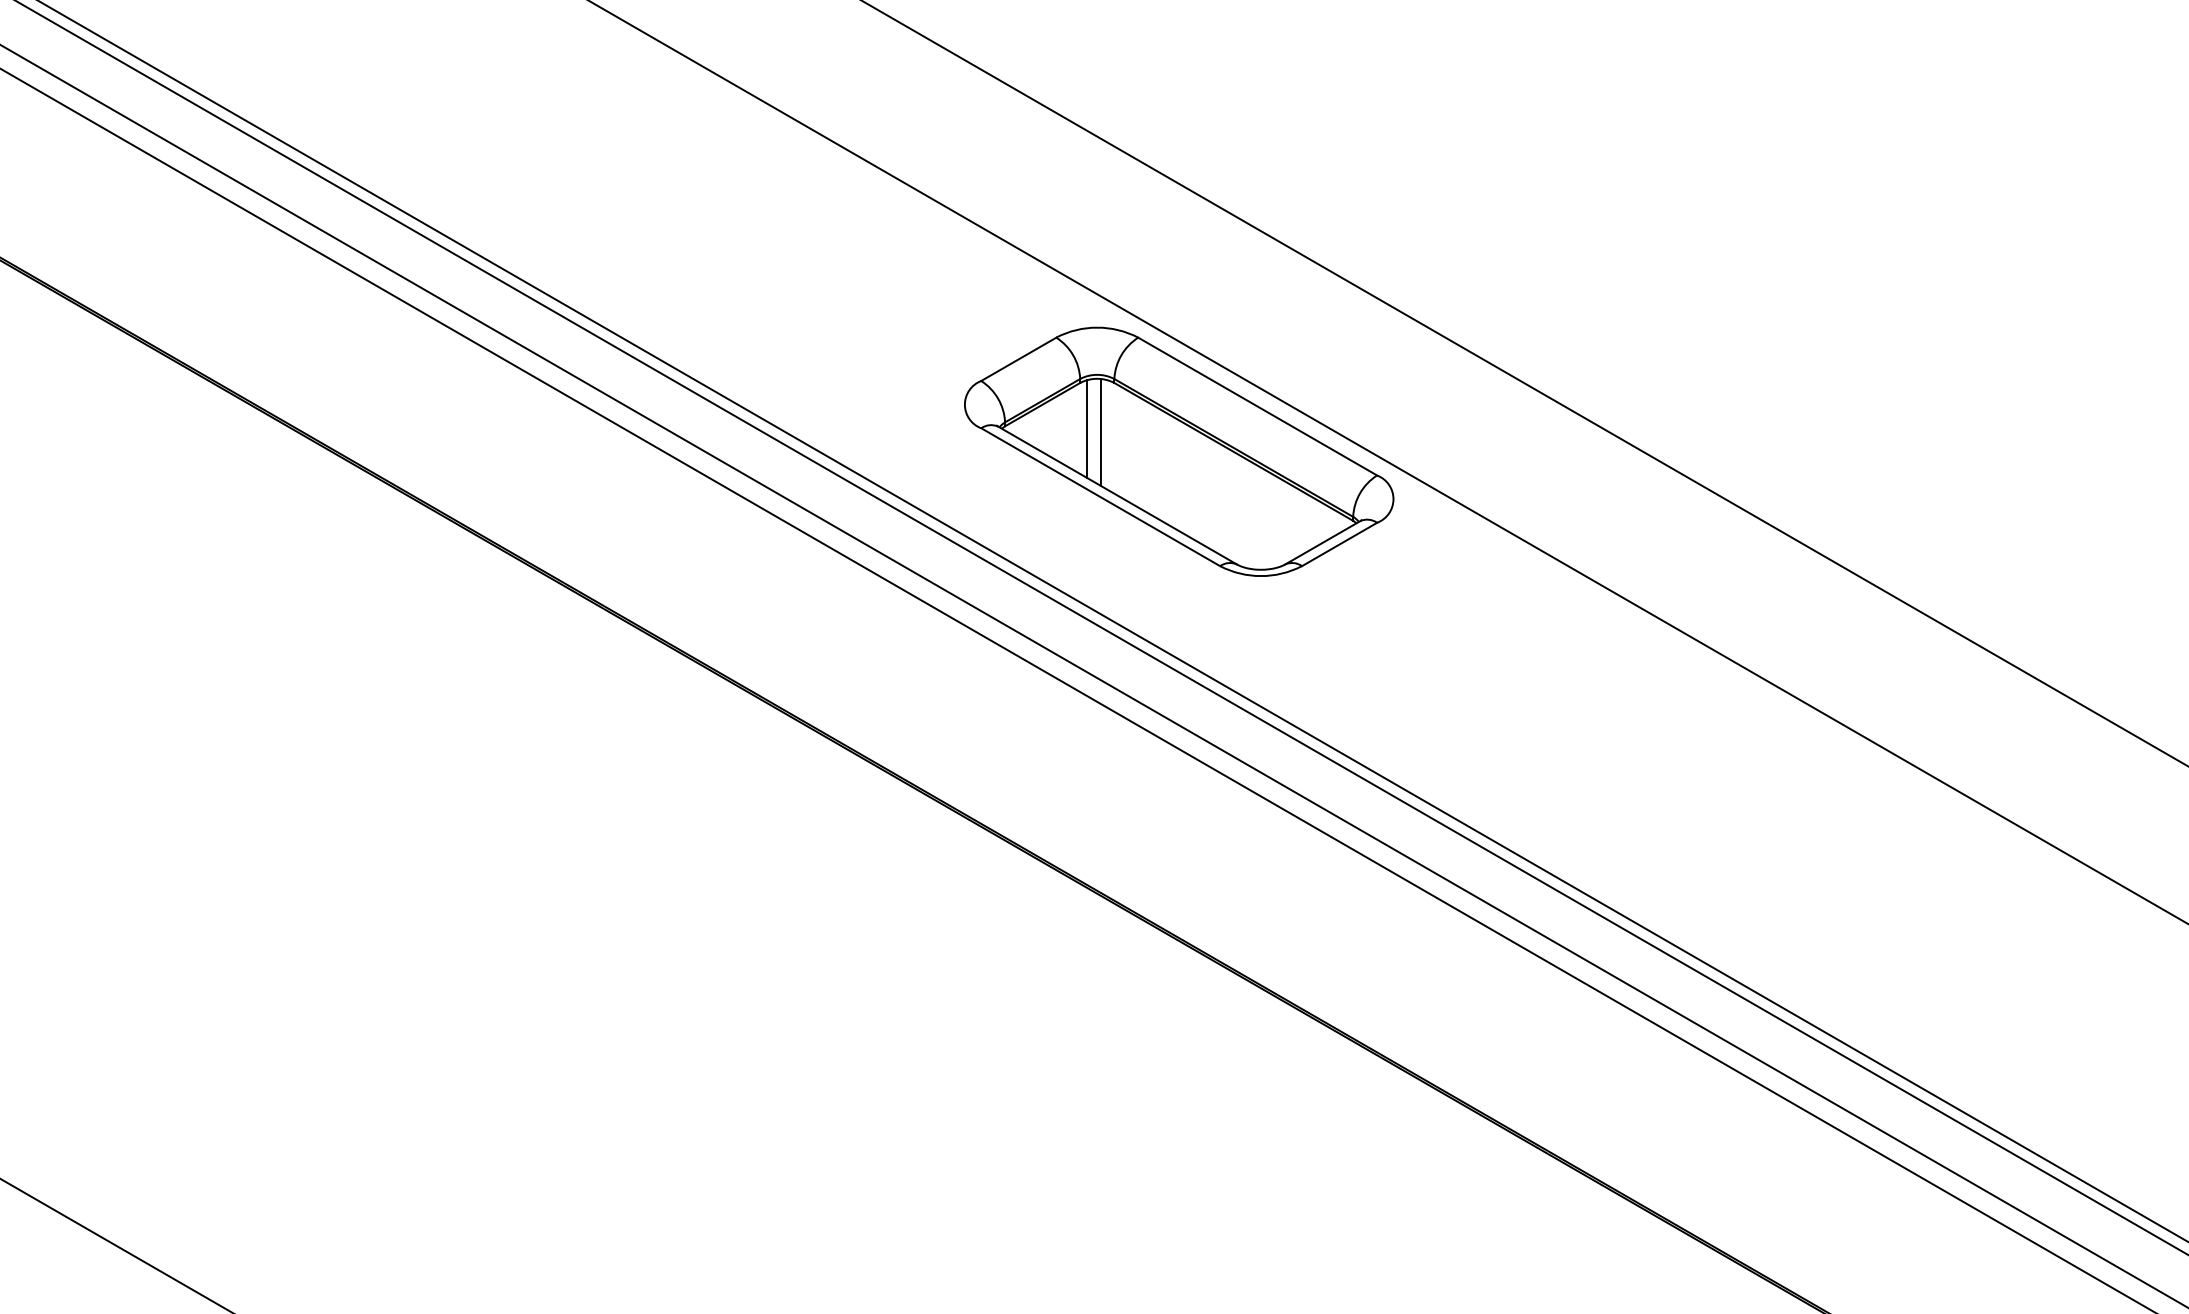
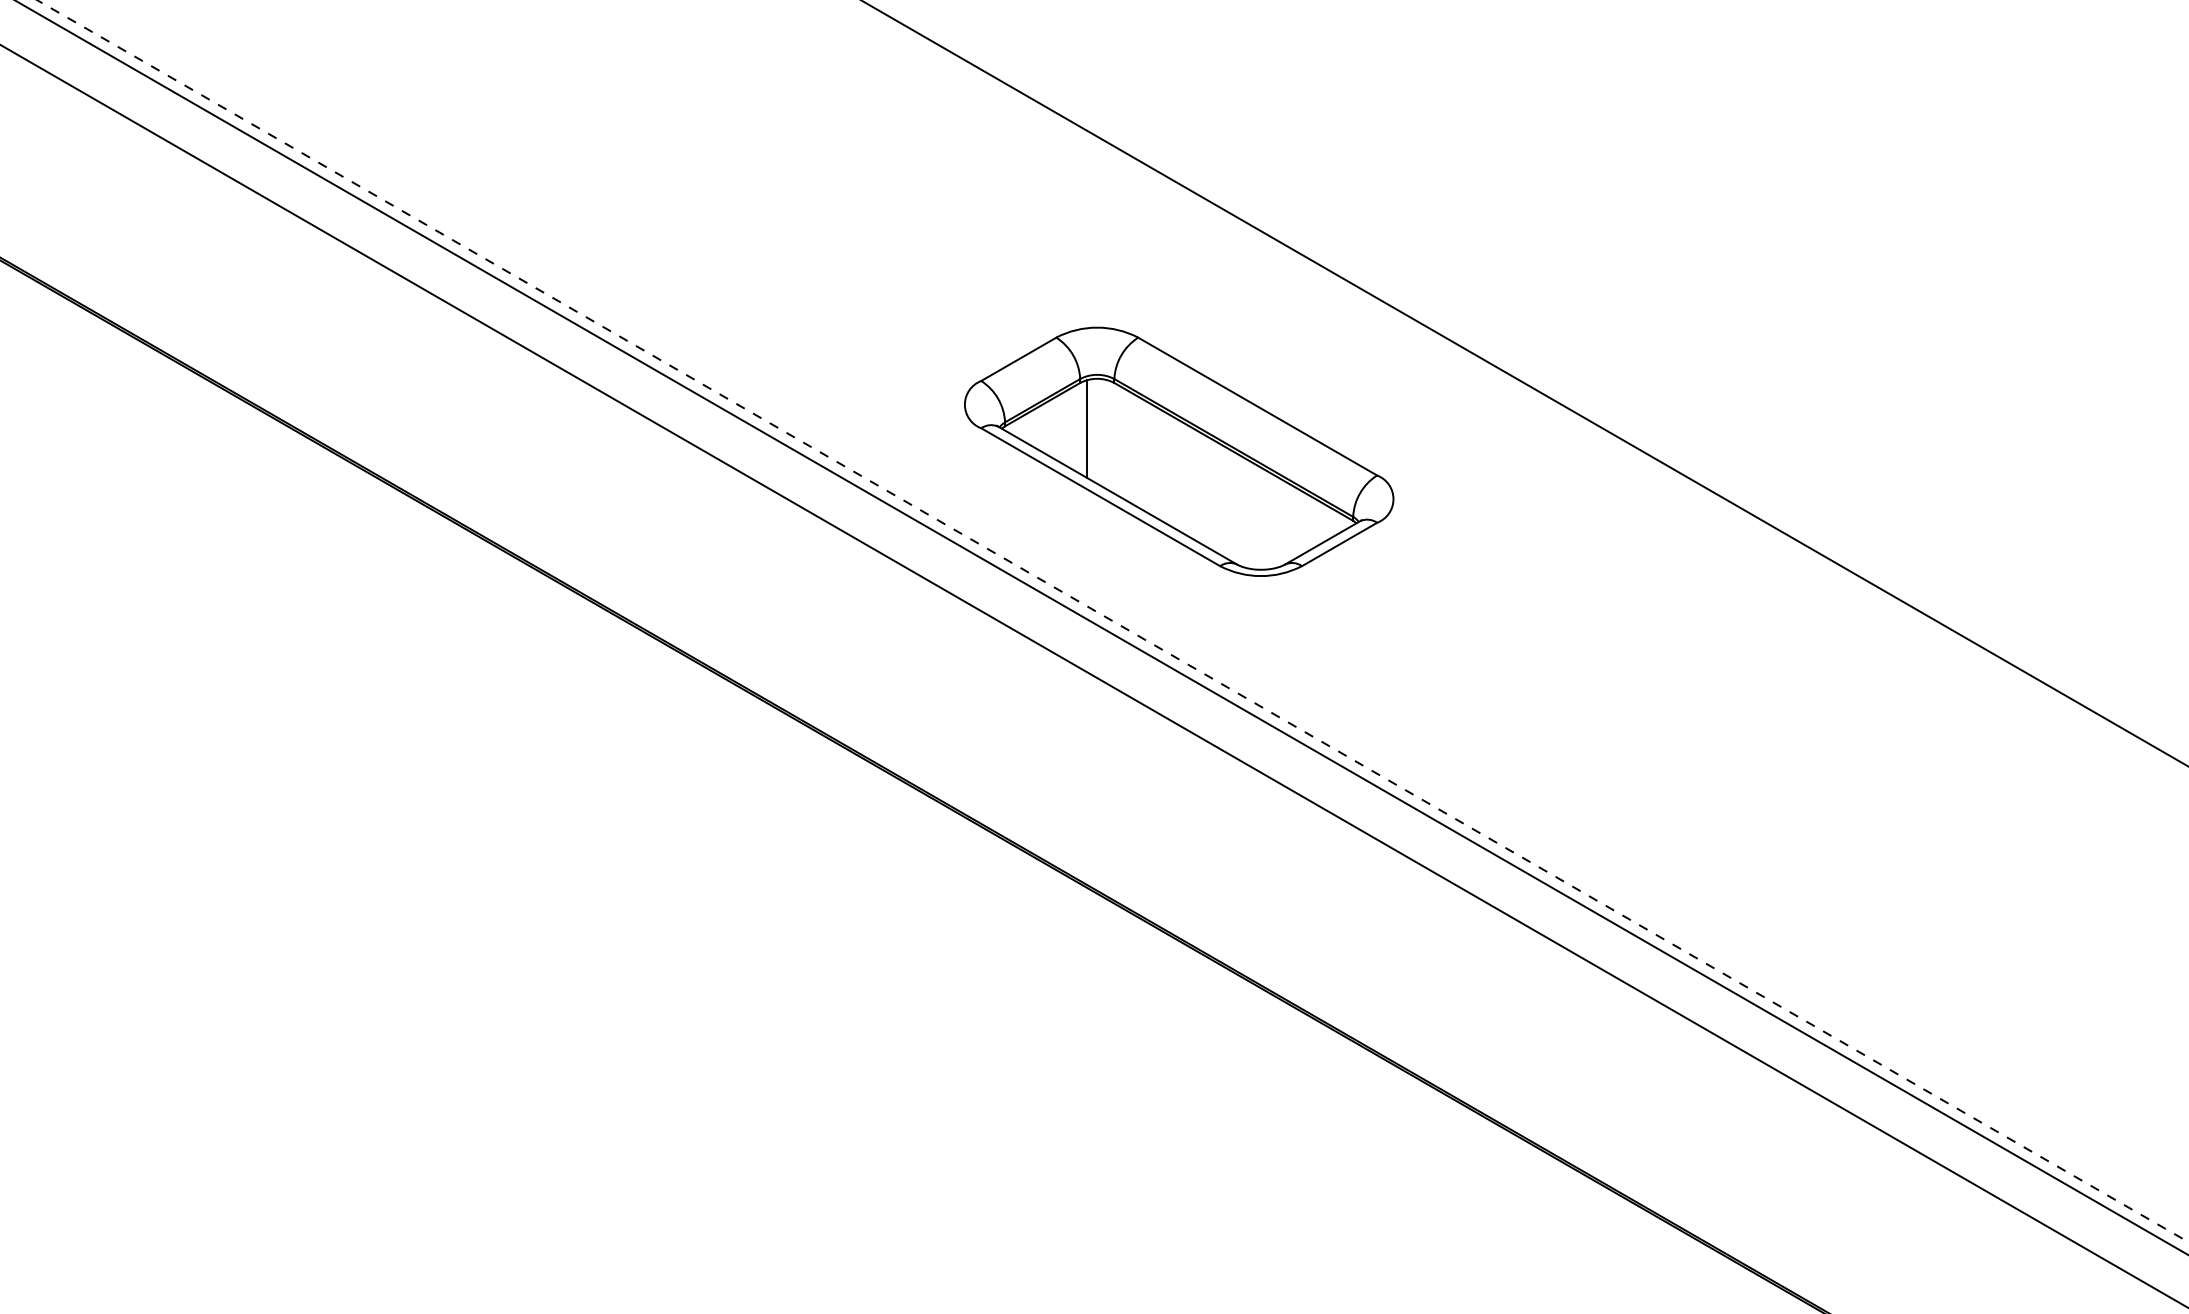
line at (1100, 431): present -> none
line at (1388, 462): present -> none
line at (1113, 621): solid -> dashed
line at (1077, 689): present -> none
line at (115, 1244): present -> none
